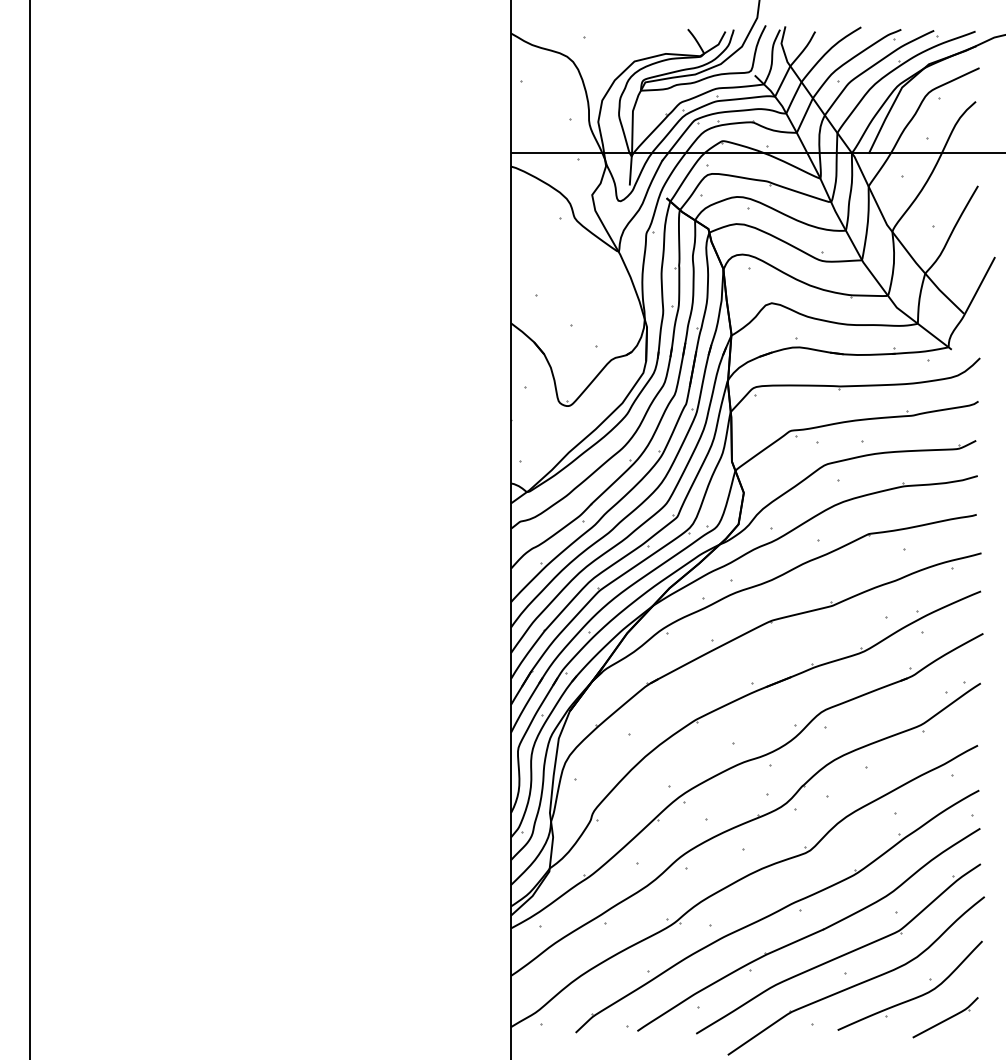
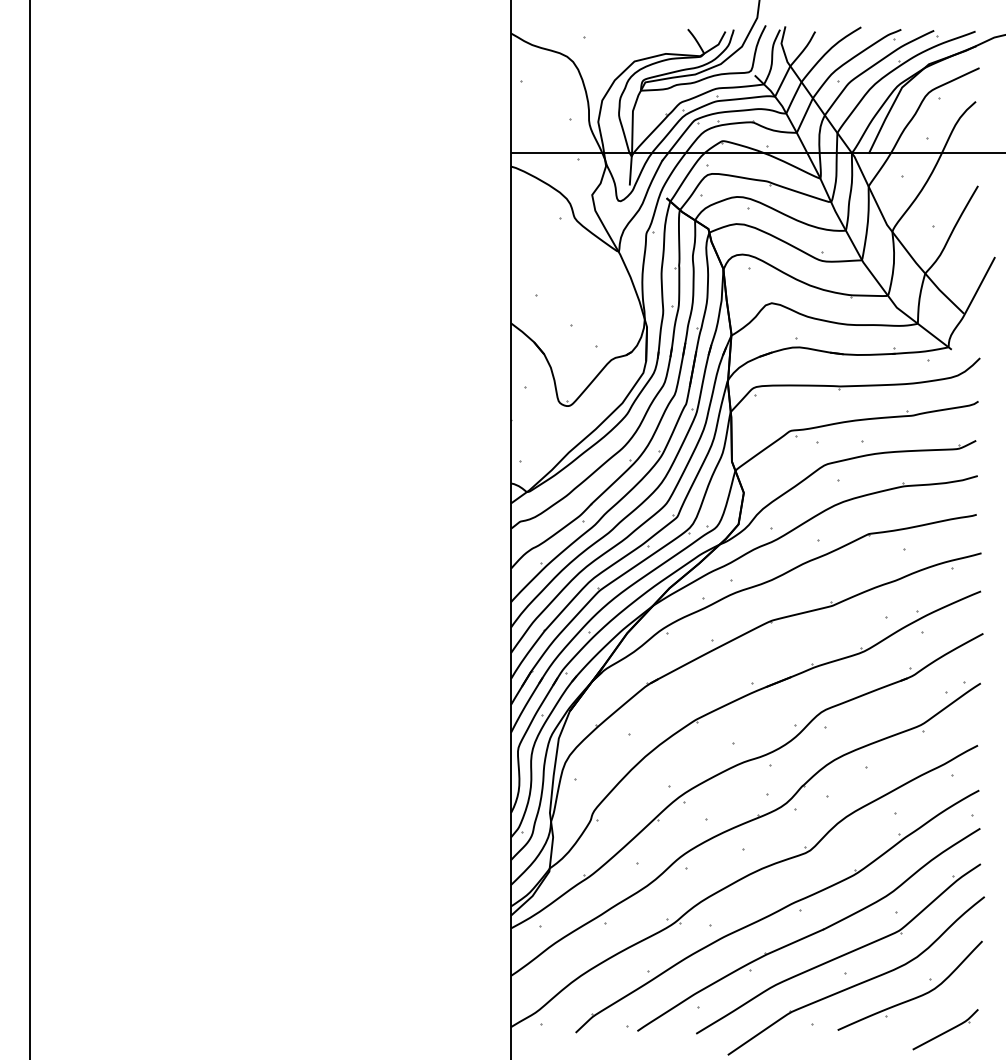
part at (945, 1017) position: (945, 1017) -> (945, 1029)
